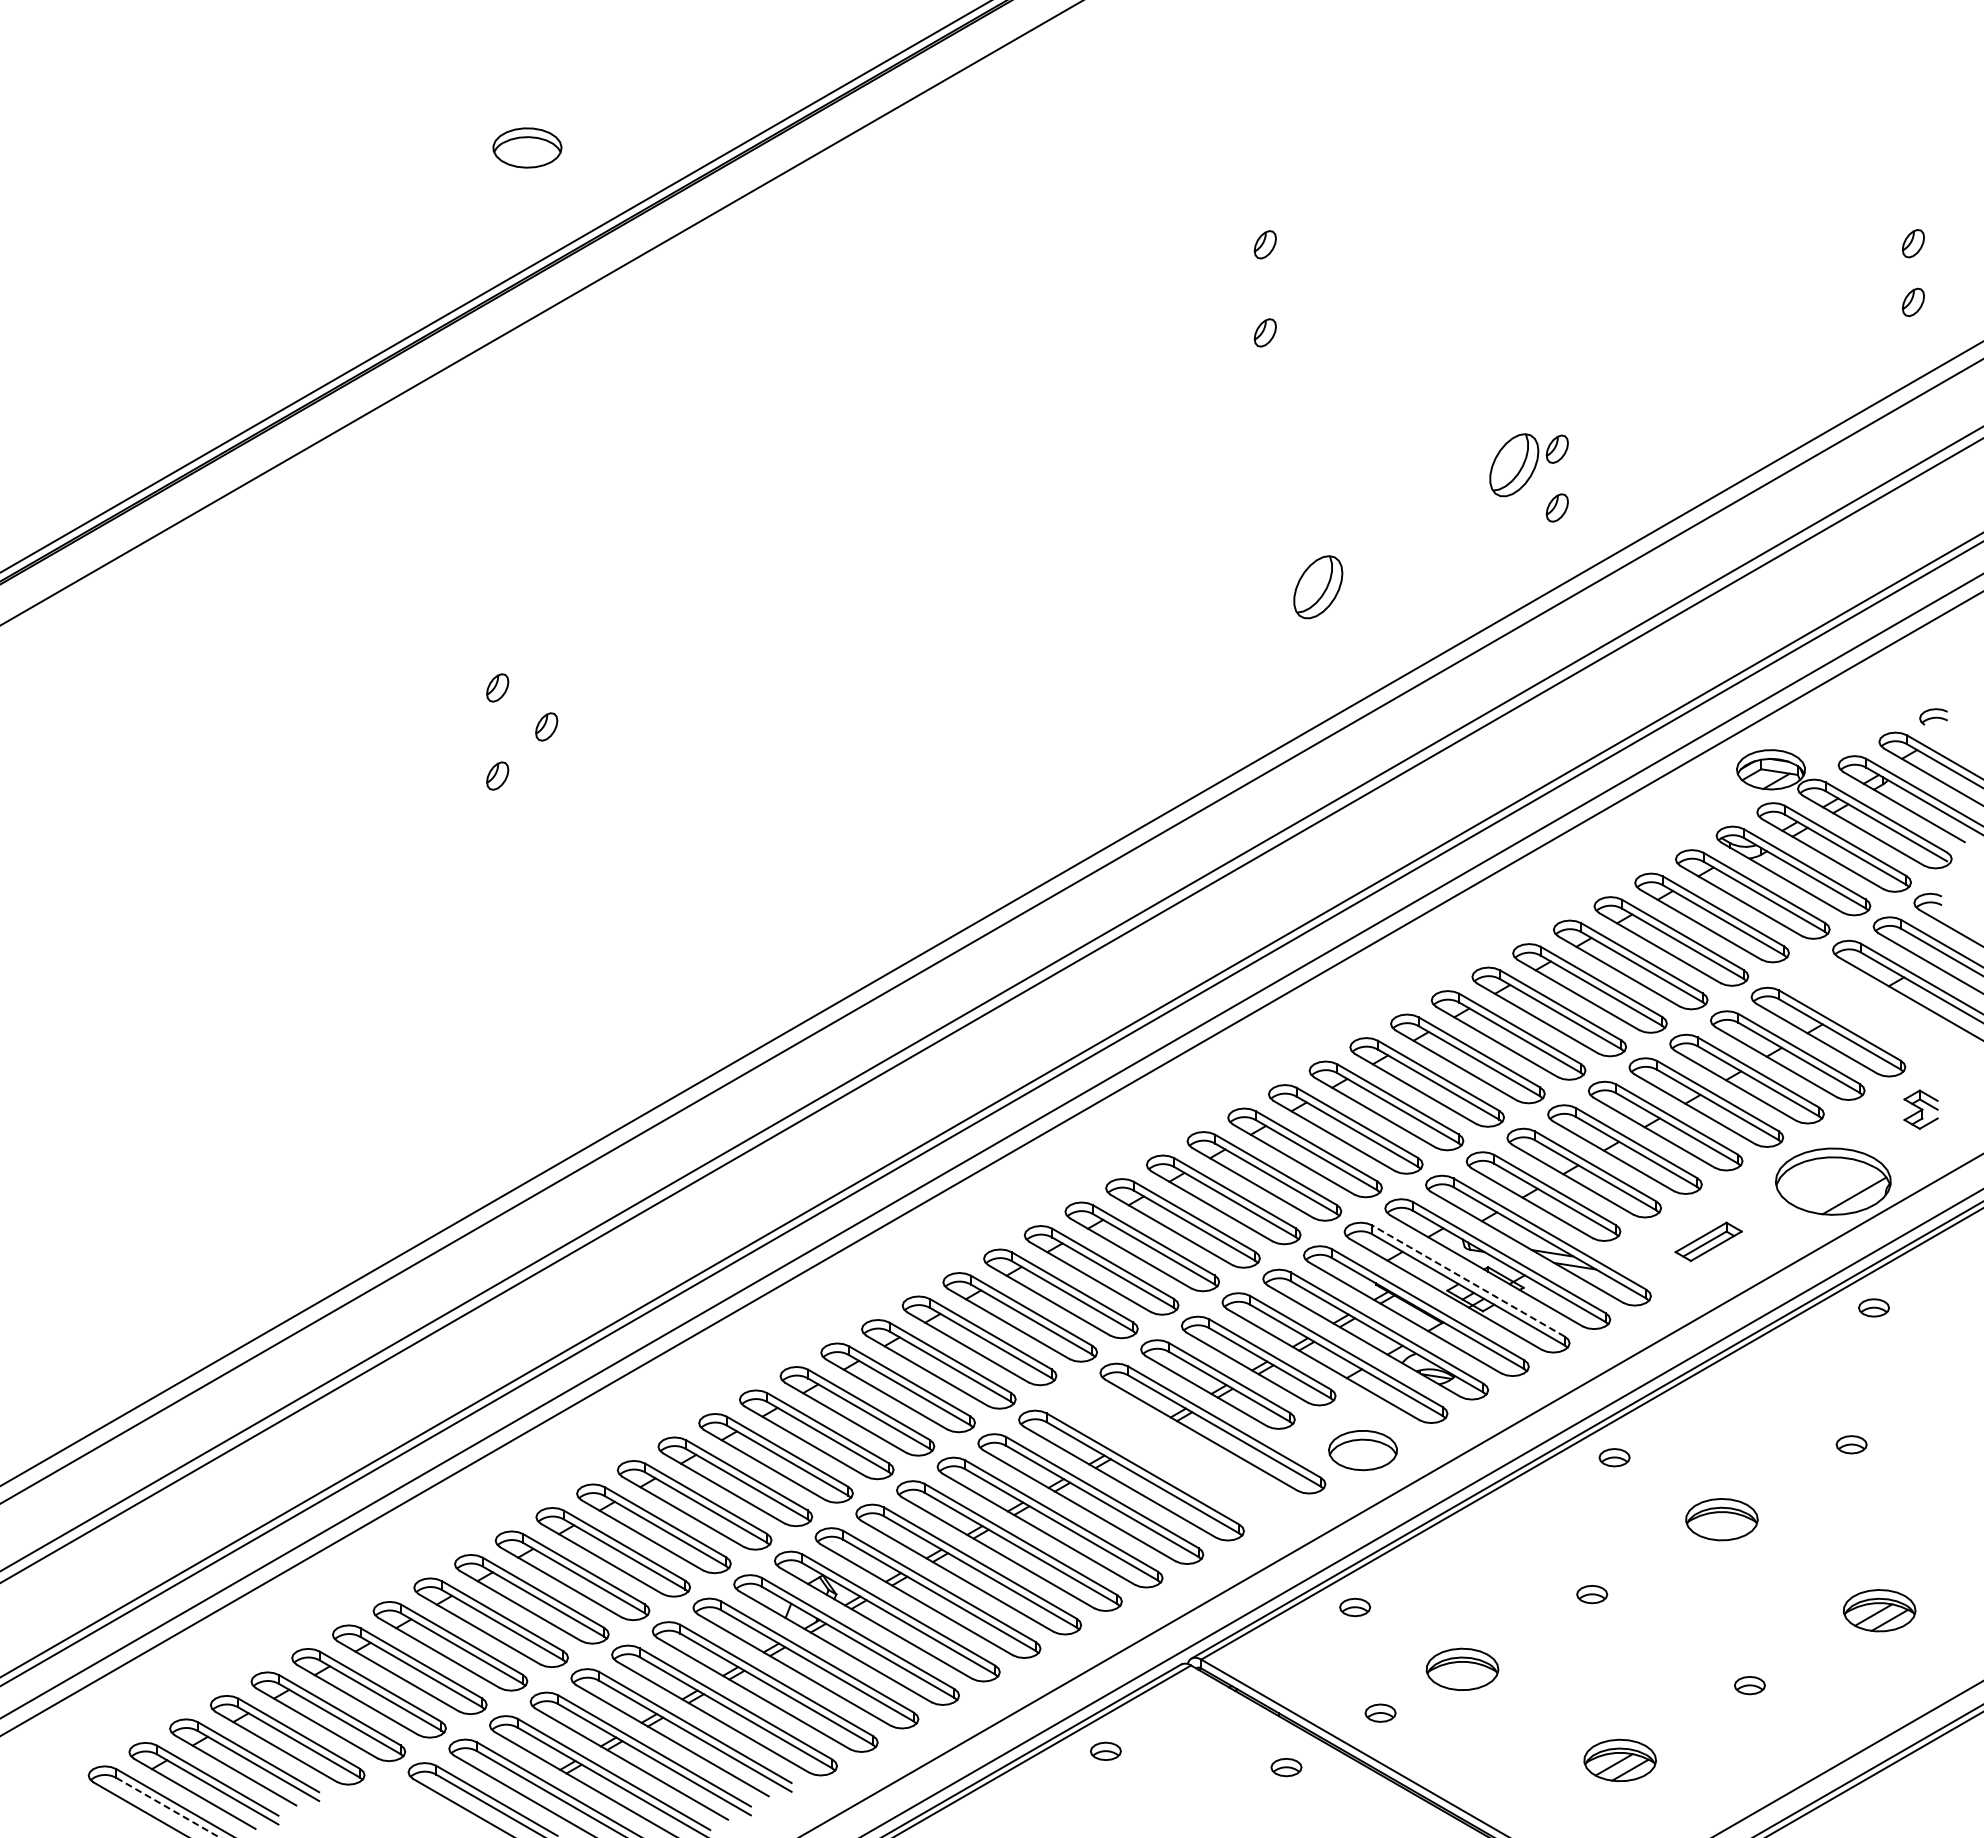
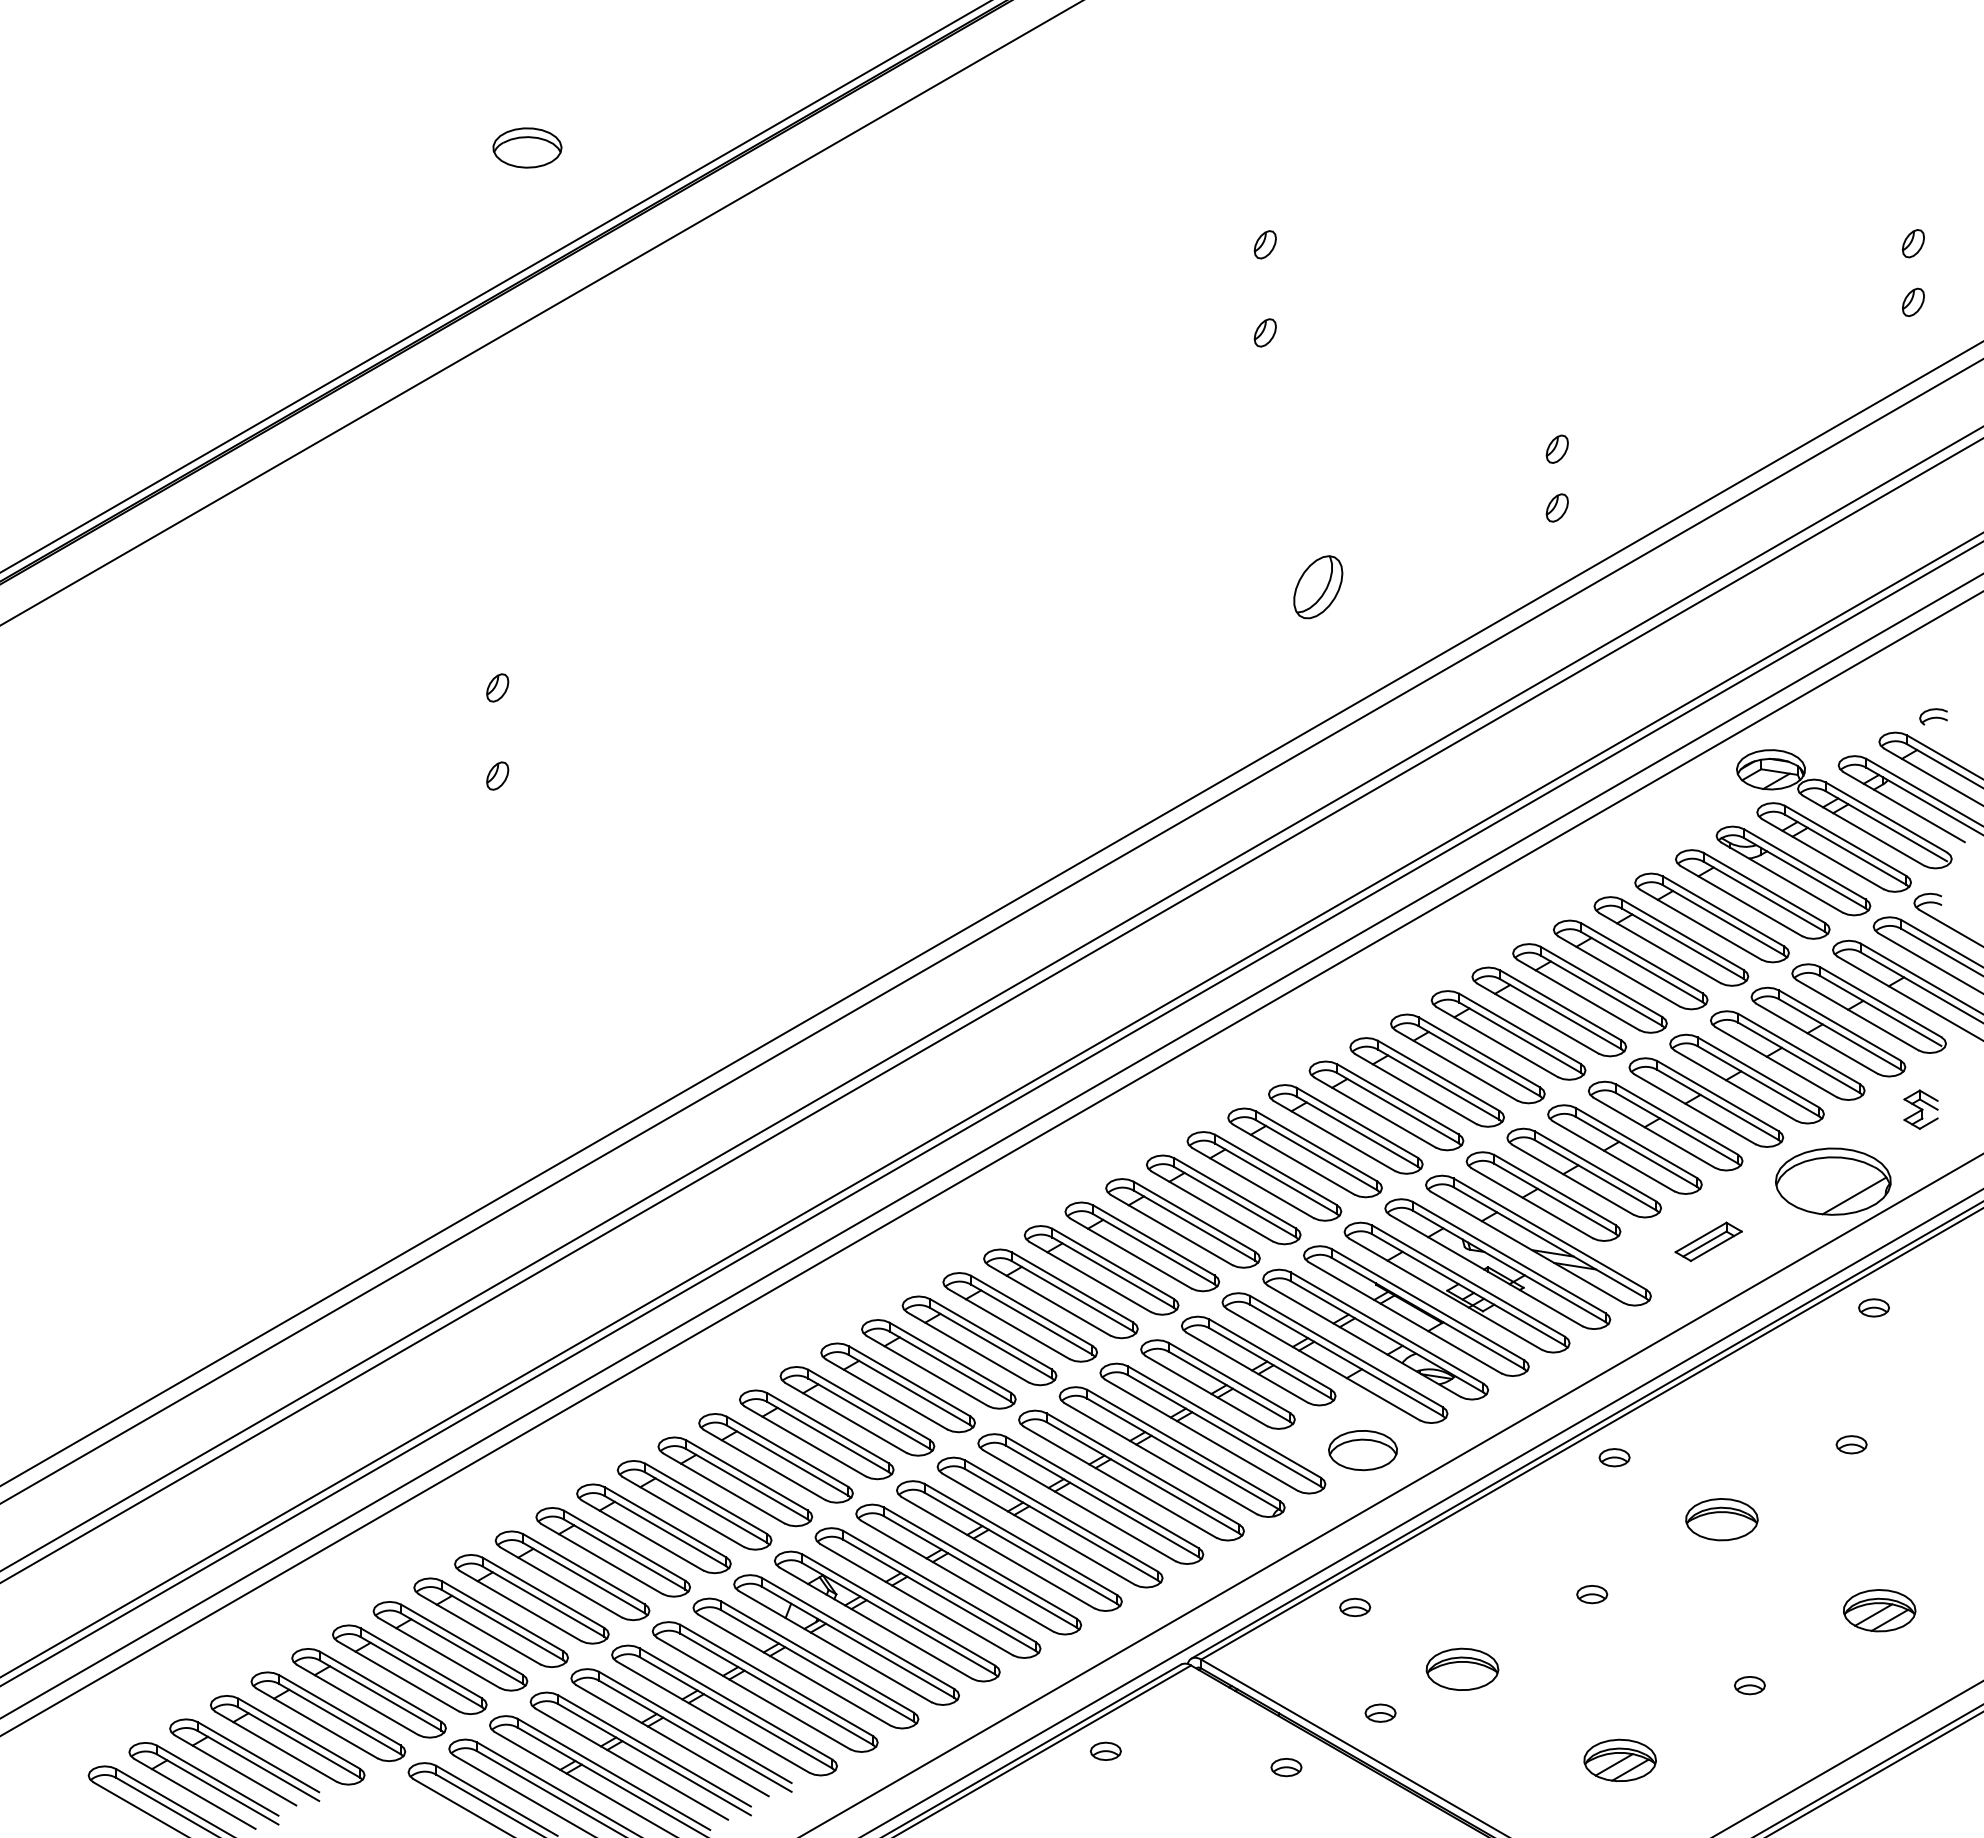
part at (1514, 465): present -> none
part at (546, 726): present -> none
part at (1868, 1008): none -> present
line at (1468, 1280): dashed -> solid
part at (1171, 1451): none -> present
line at (168, 1807): dashed -> solid
